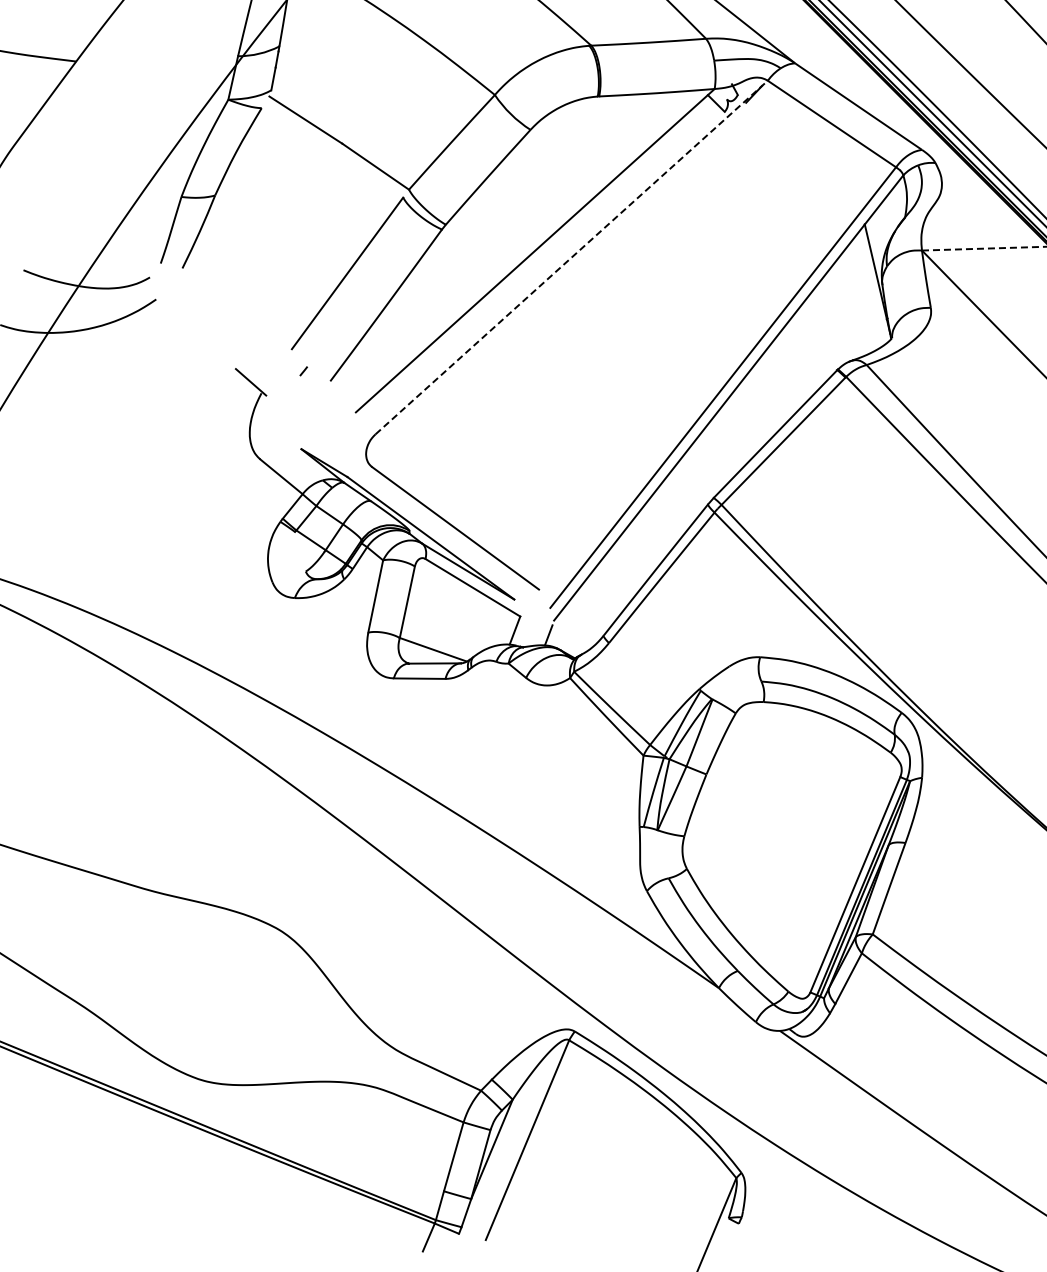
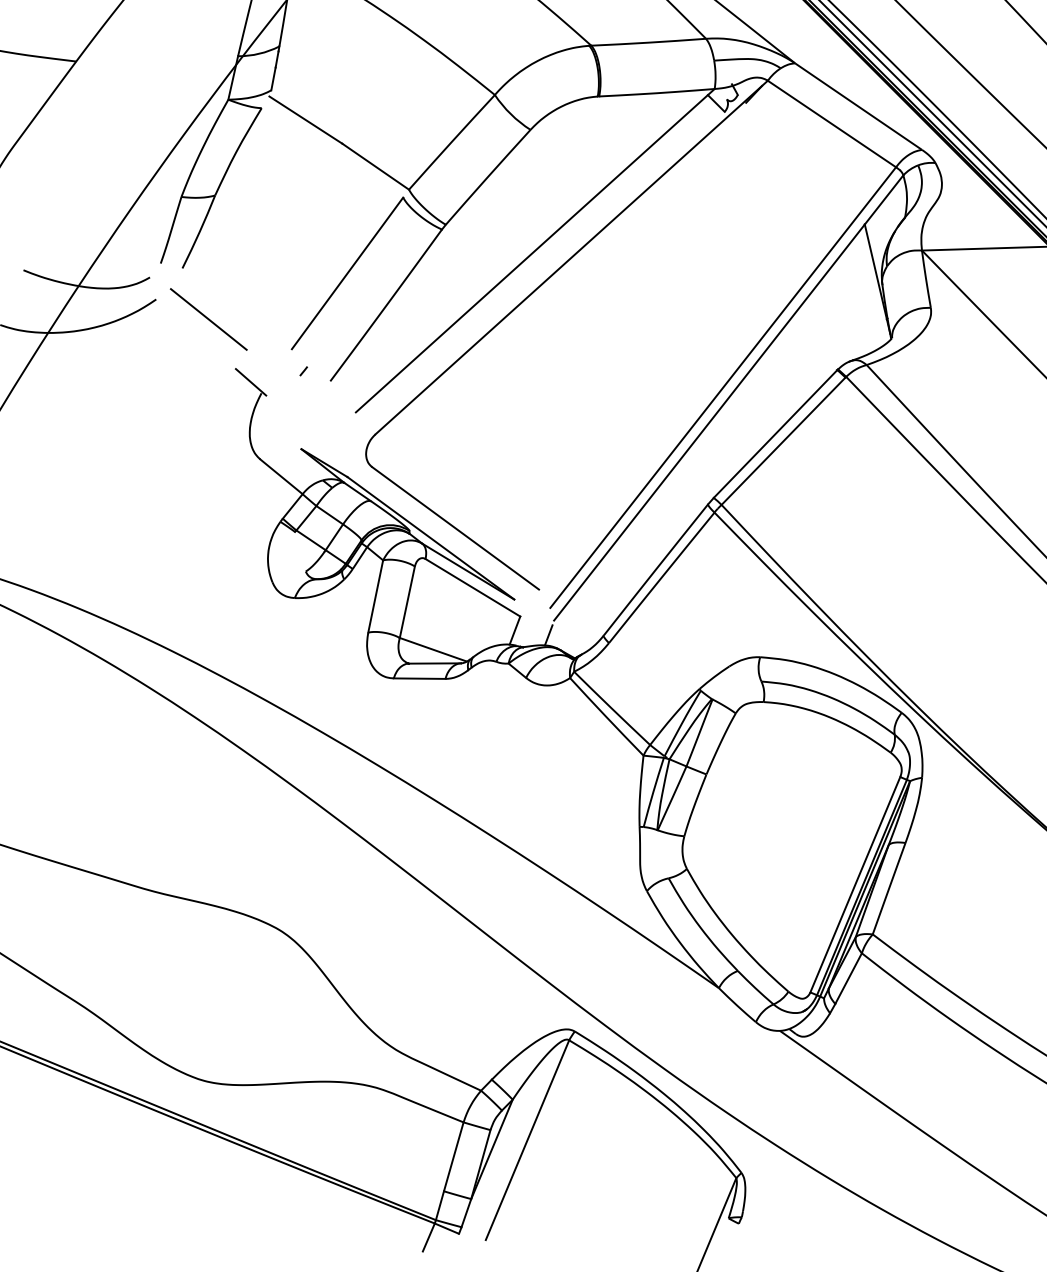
line at (984, 248): dashed -> solid
line at (572, 257): dashed -> solid
line at (208, 319): none -> present
